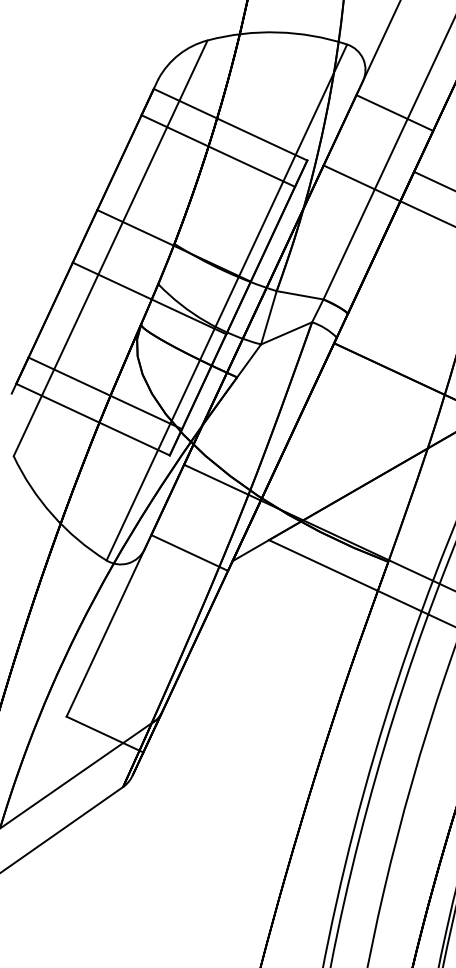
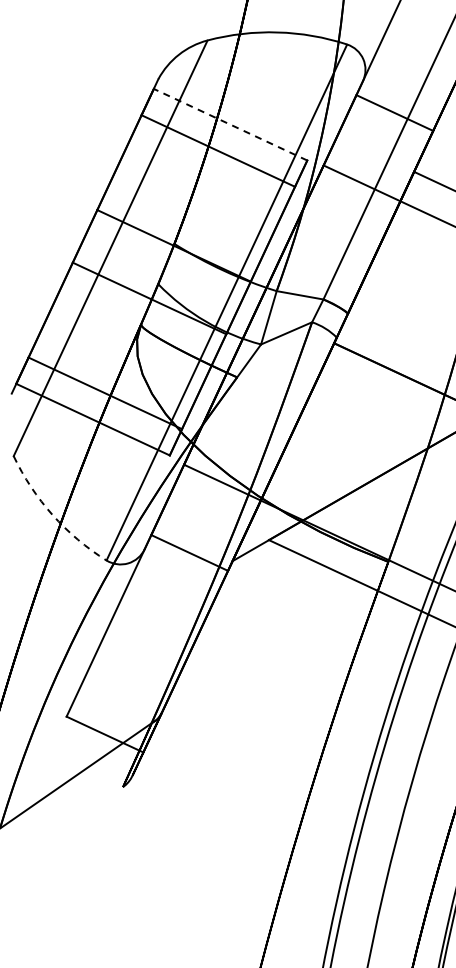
line at (230, 124): solid -> dashed
arc at (52, 515): solid -> dashed
line at (62, 828): present -> none
